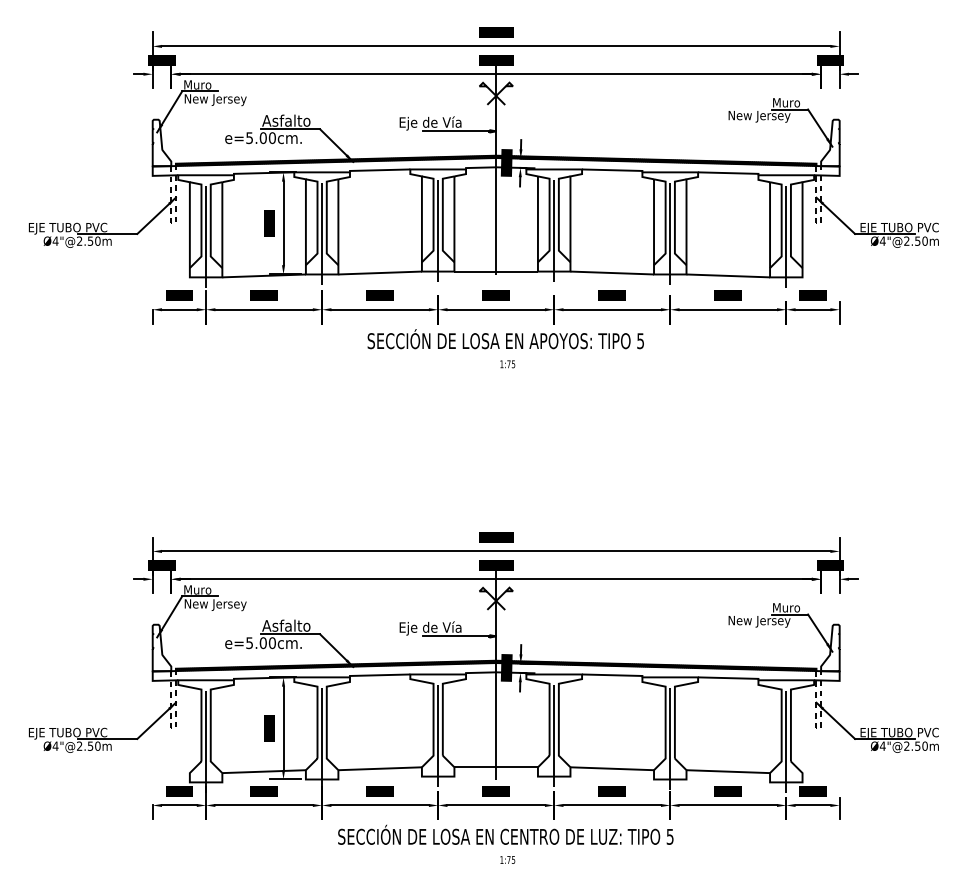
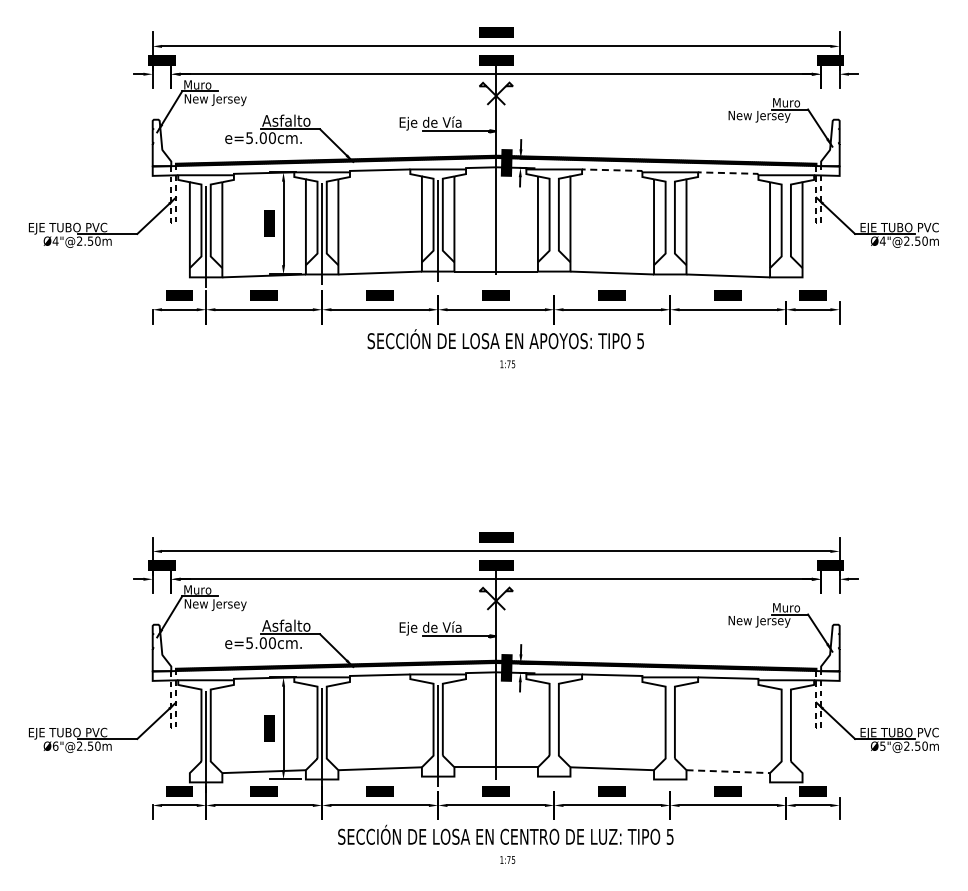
line at (613, 170): solid -> dashed
line at (729, 173): solid -> dashed
line at (554, 231): present -> none
line at (670, 234): present -> none
line at (786, 237): present -> none
line at (554, 736): present -> none
line at (670, 739): present -> none
line at (786, 742): present -> none
text at (55, 745): Ø4"@2.50m -> Ø6"@2.50m
text at (882, 745): Ø4"@2.50m -> Ø5"@2.50m
line at (728, 771): solid -> dashed
